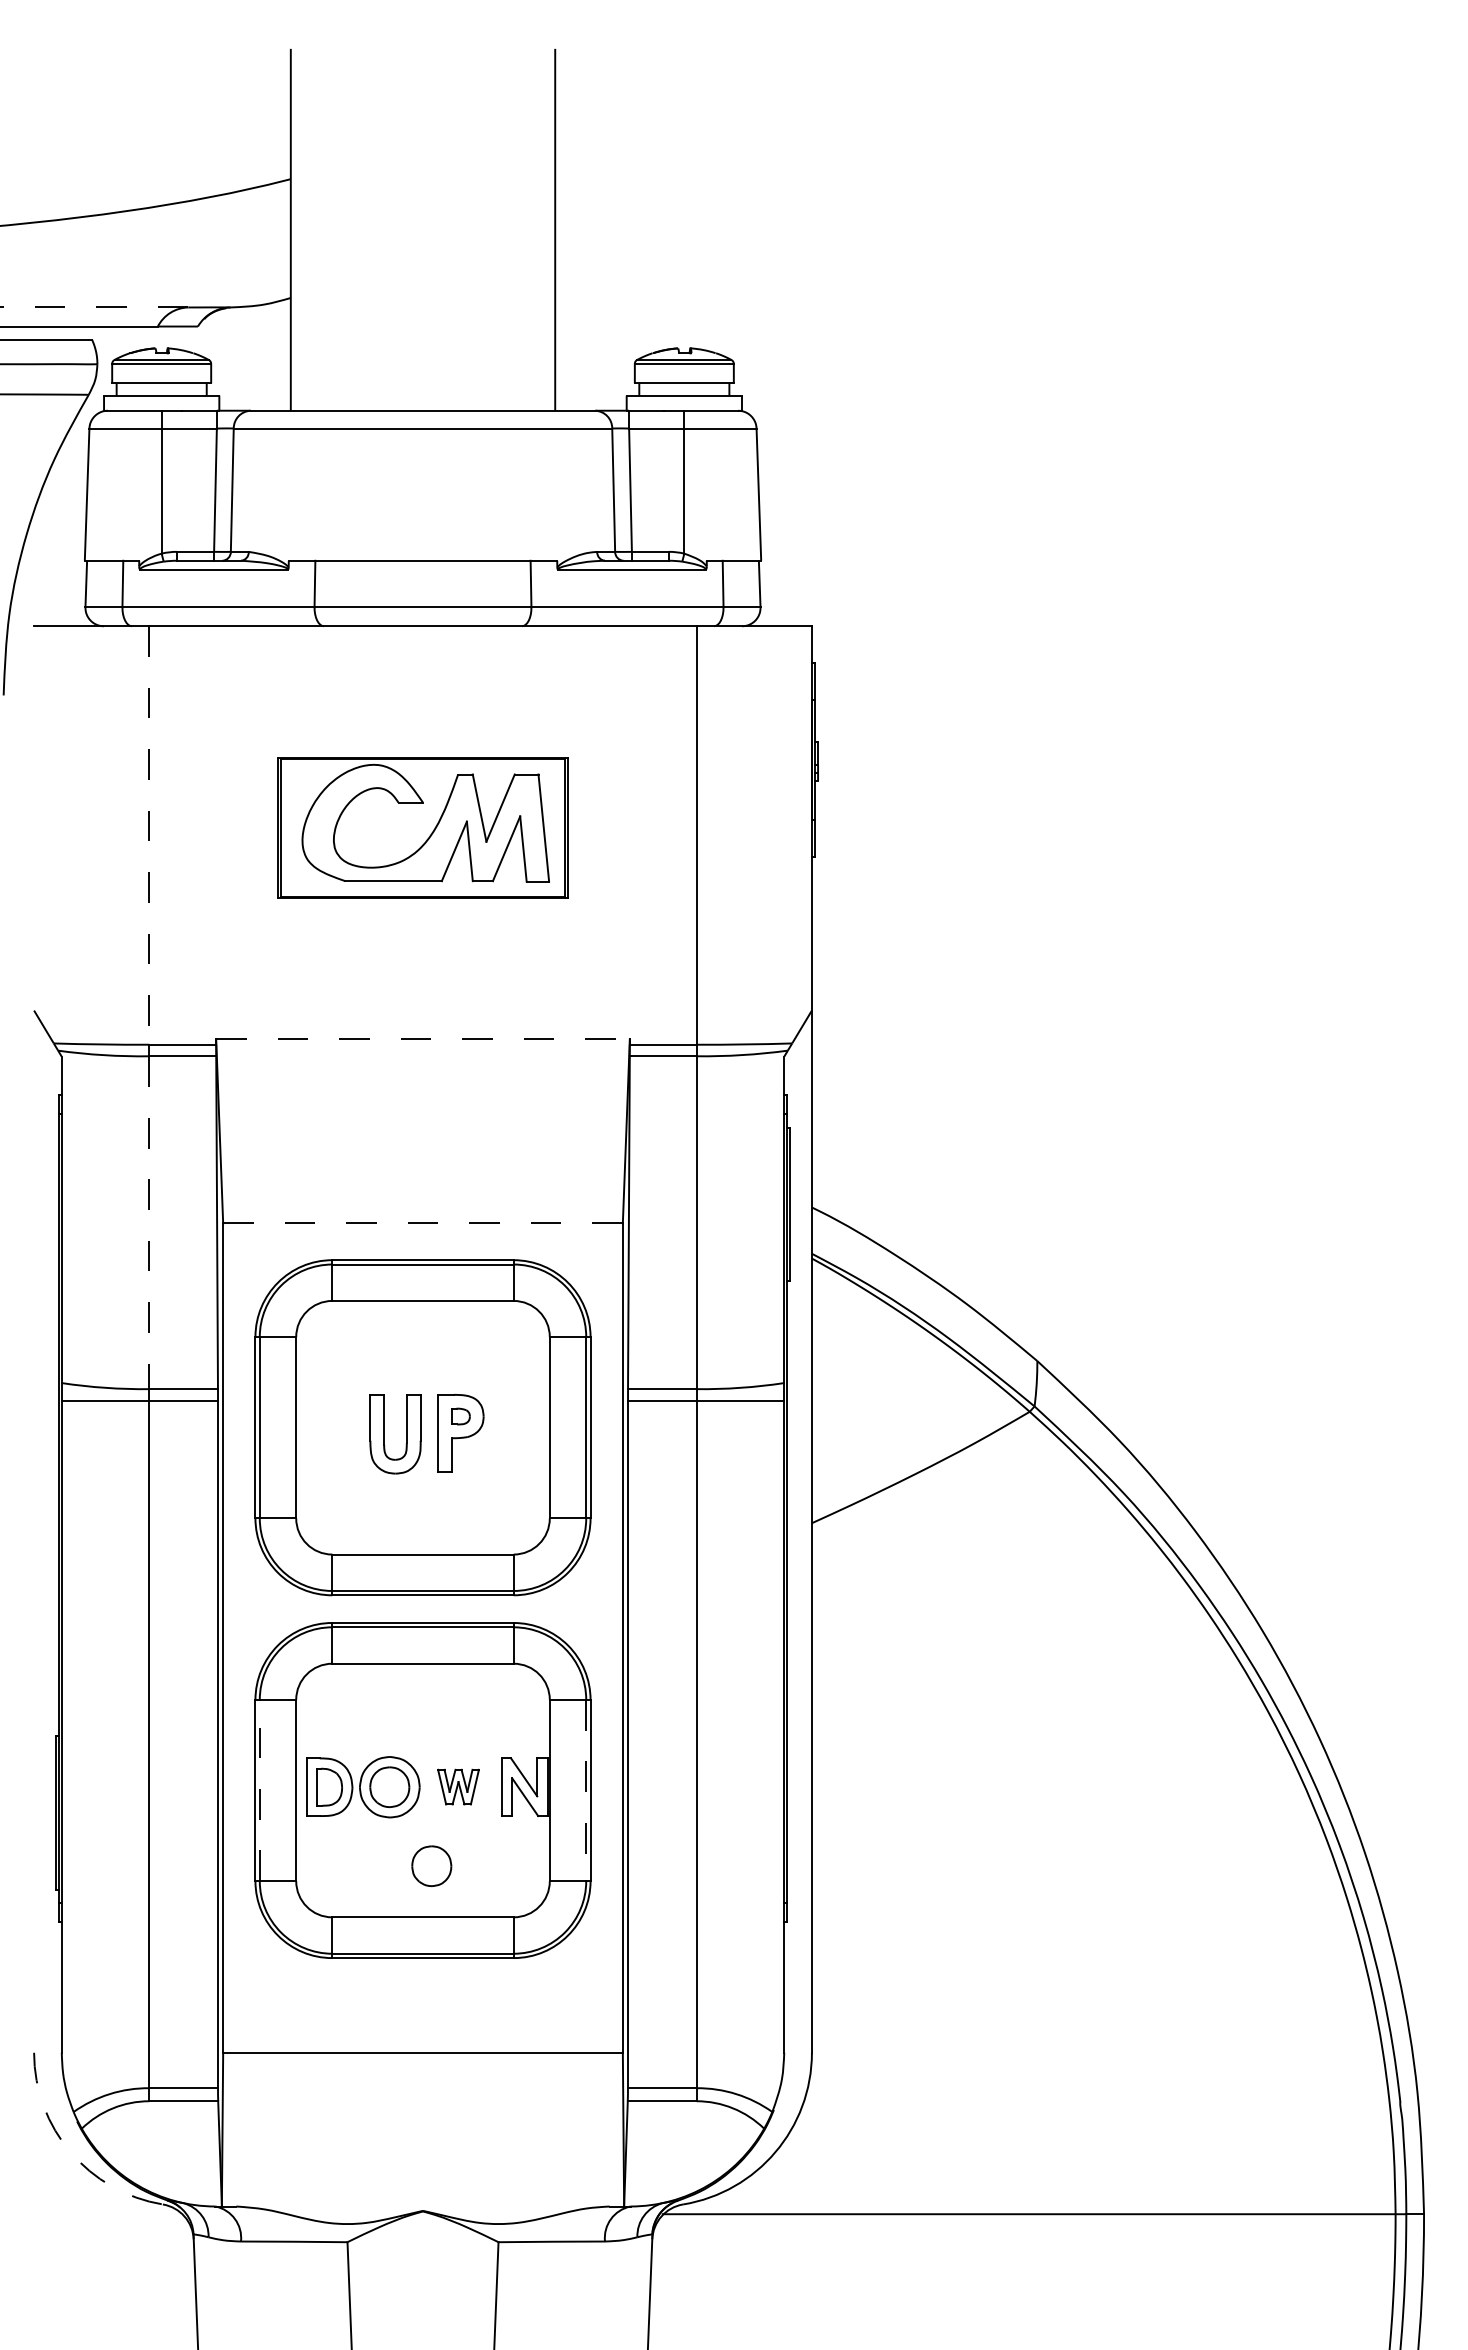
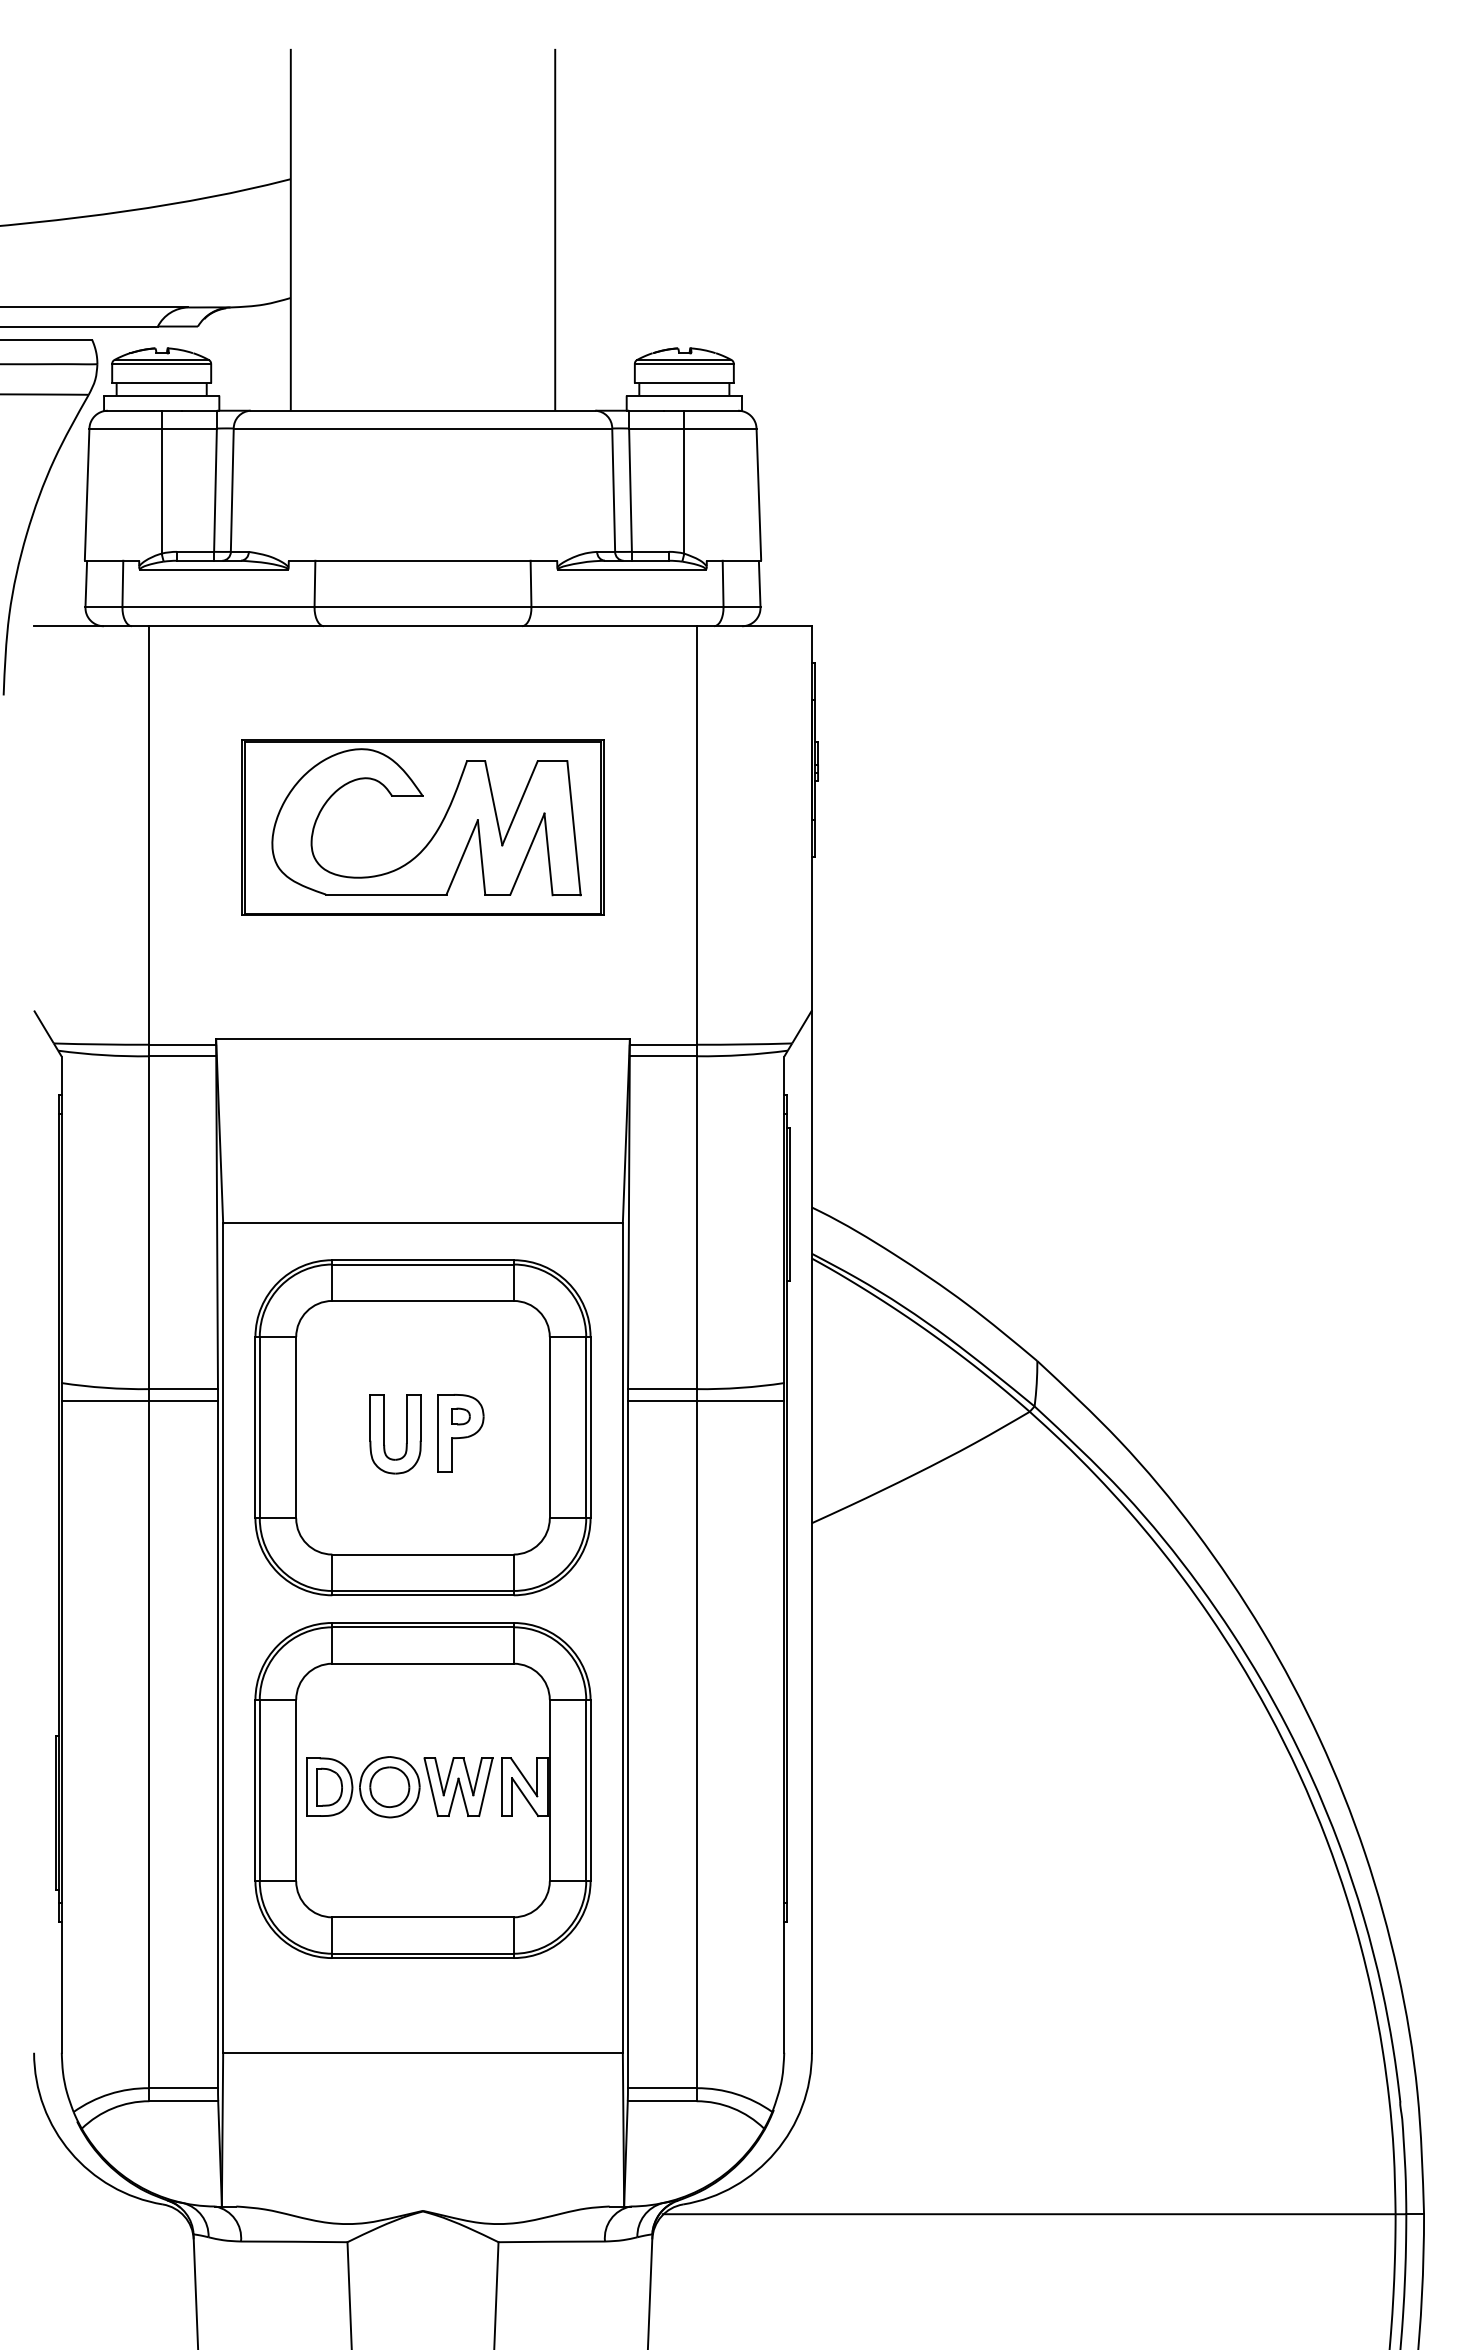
line at (94, 307): dashed -> solid
part at (422, 827) size: 292x142 px -> 364x177 px
line at (149, 835): dashed -> solid
line at (423, 1039): dashed -> solid
line at (149, 1223): dashed -> solid
line at (423, 1223): dashed -> solid
part at (458, 1786) size: 43x38 px -> 71x60 px
line at (259, 1790): dashed -> solid
line at (586, 1790): dashed -> solid
part at (431, 1865): present -> none
arc at (70, 2152): dashed -> solid
